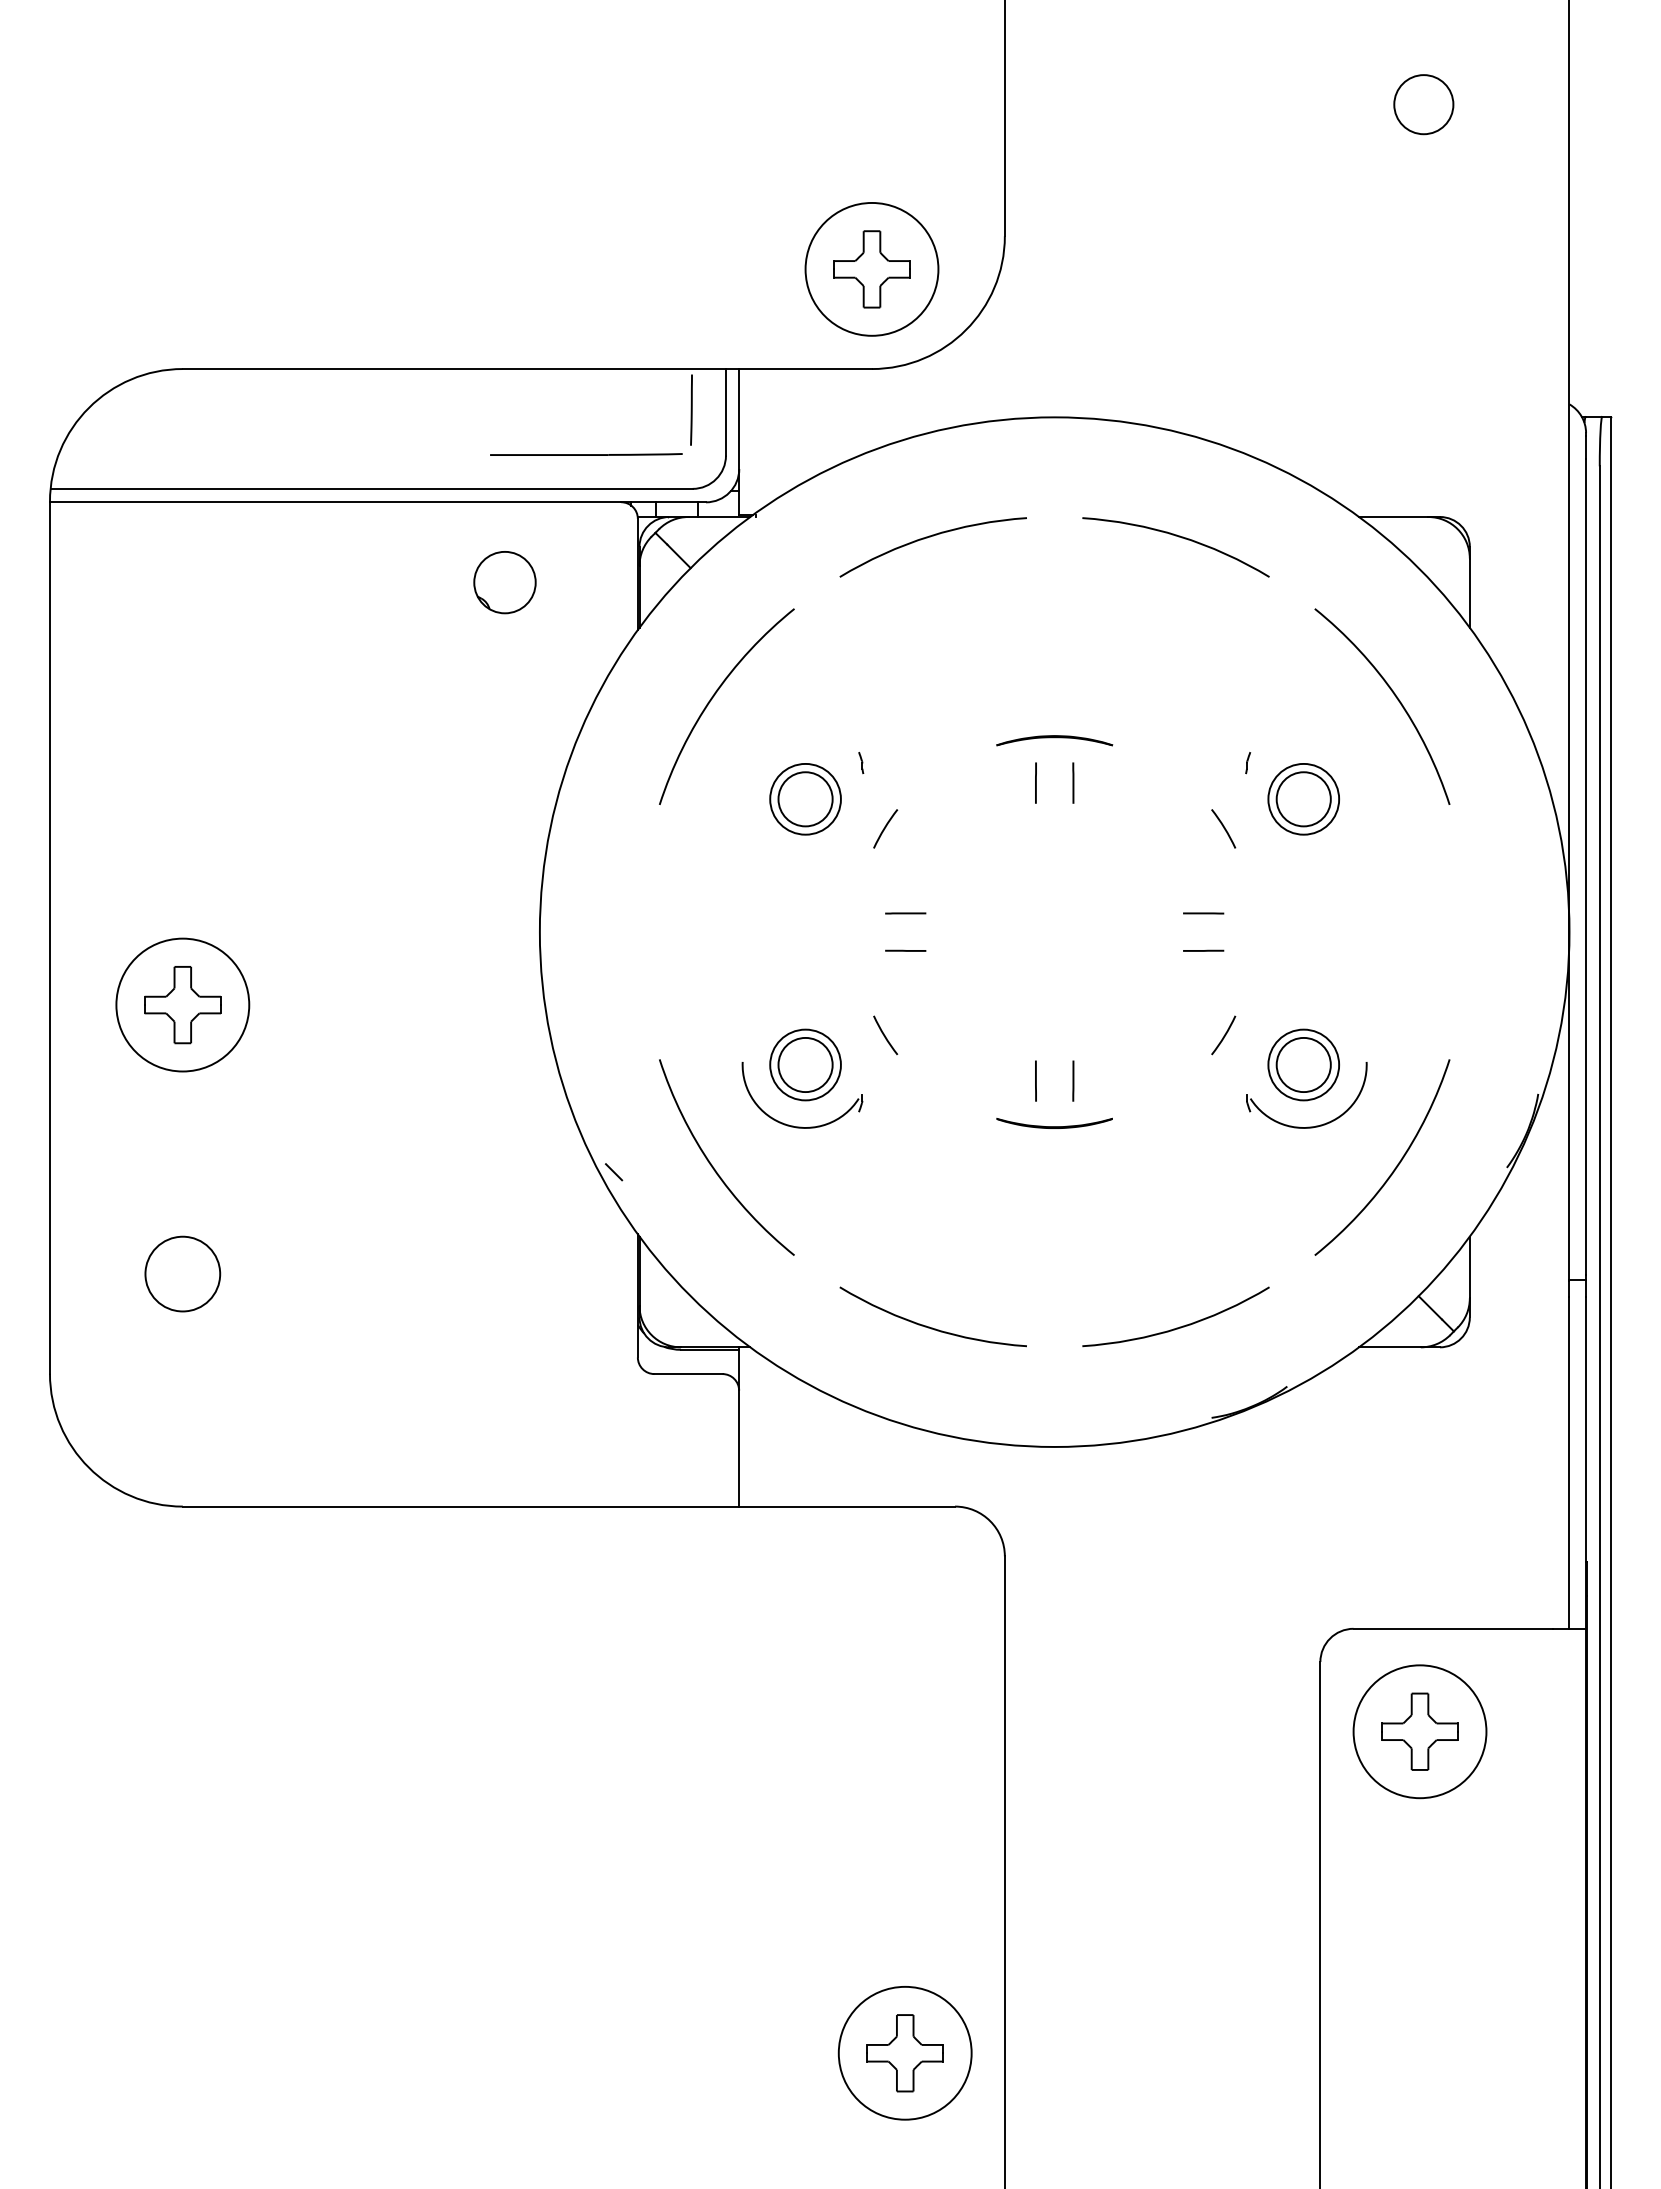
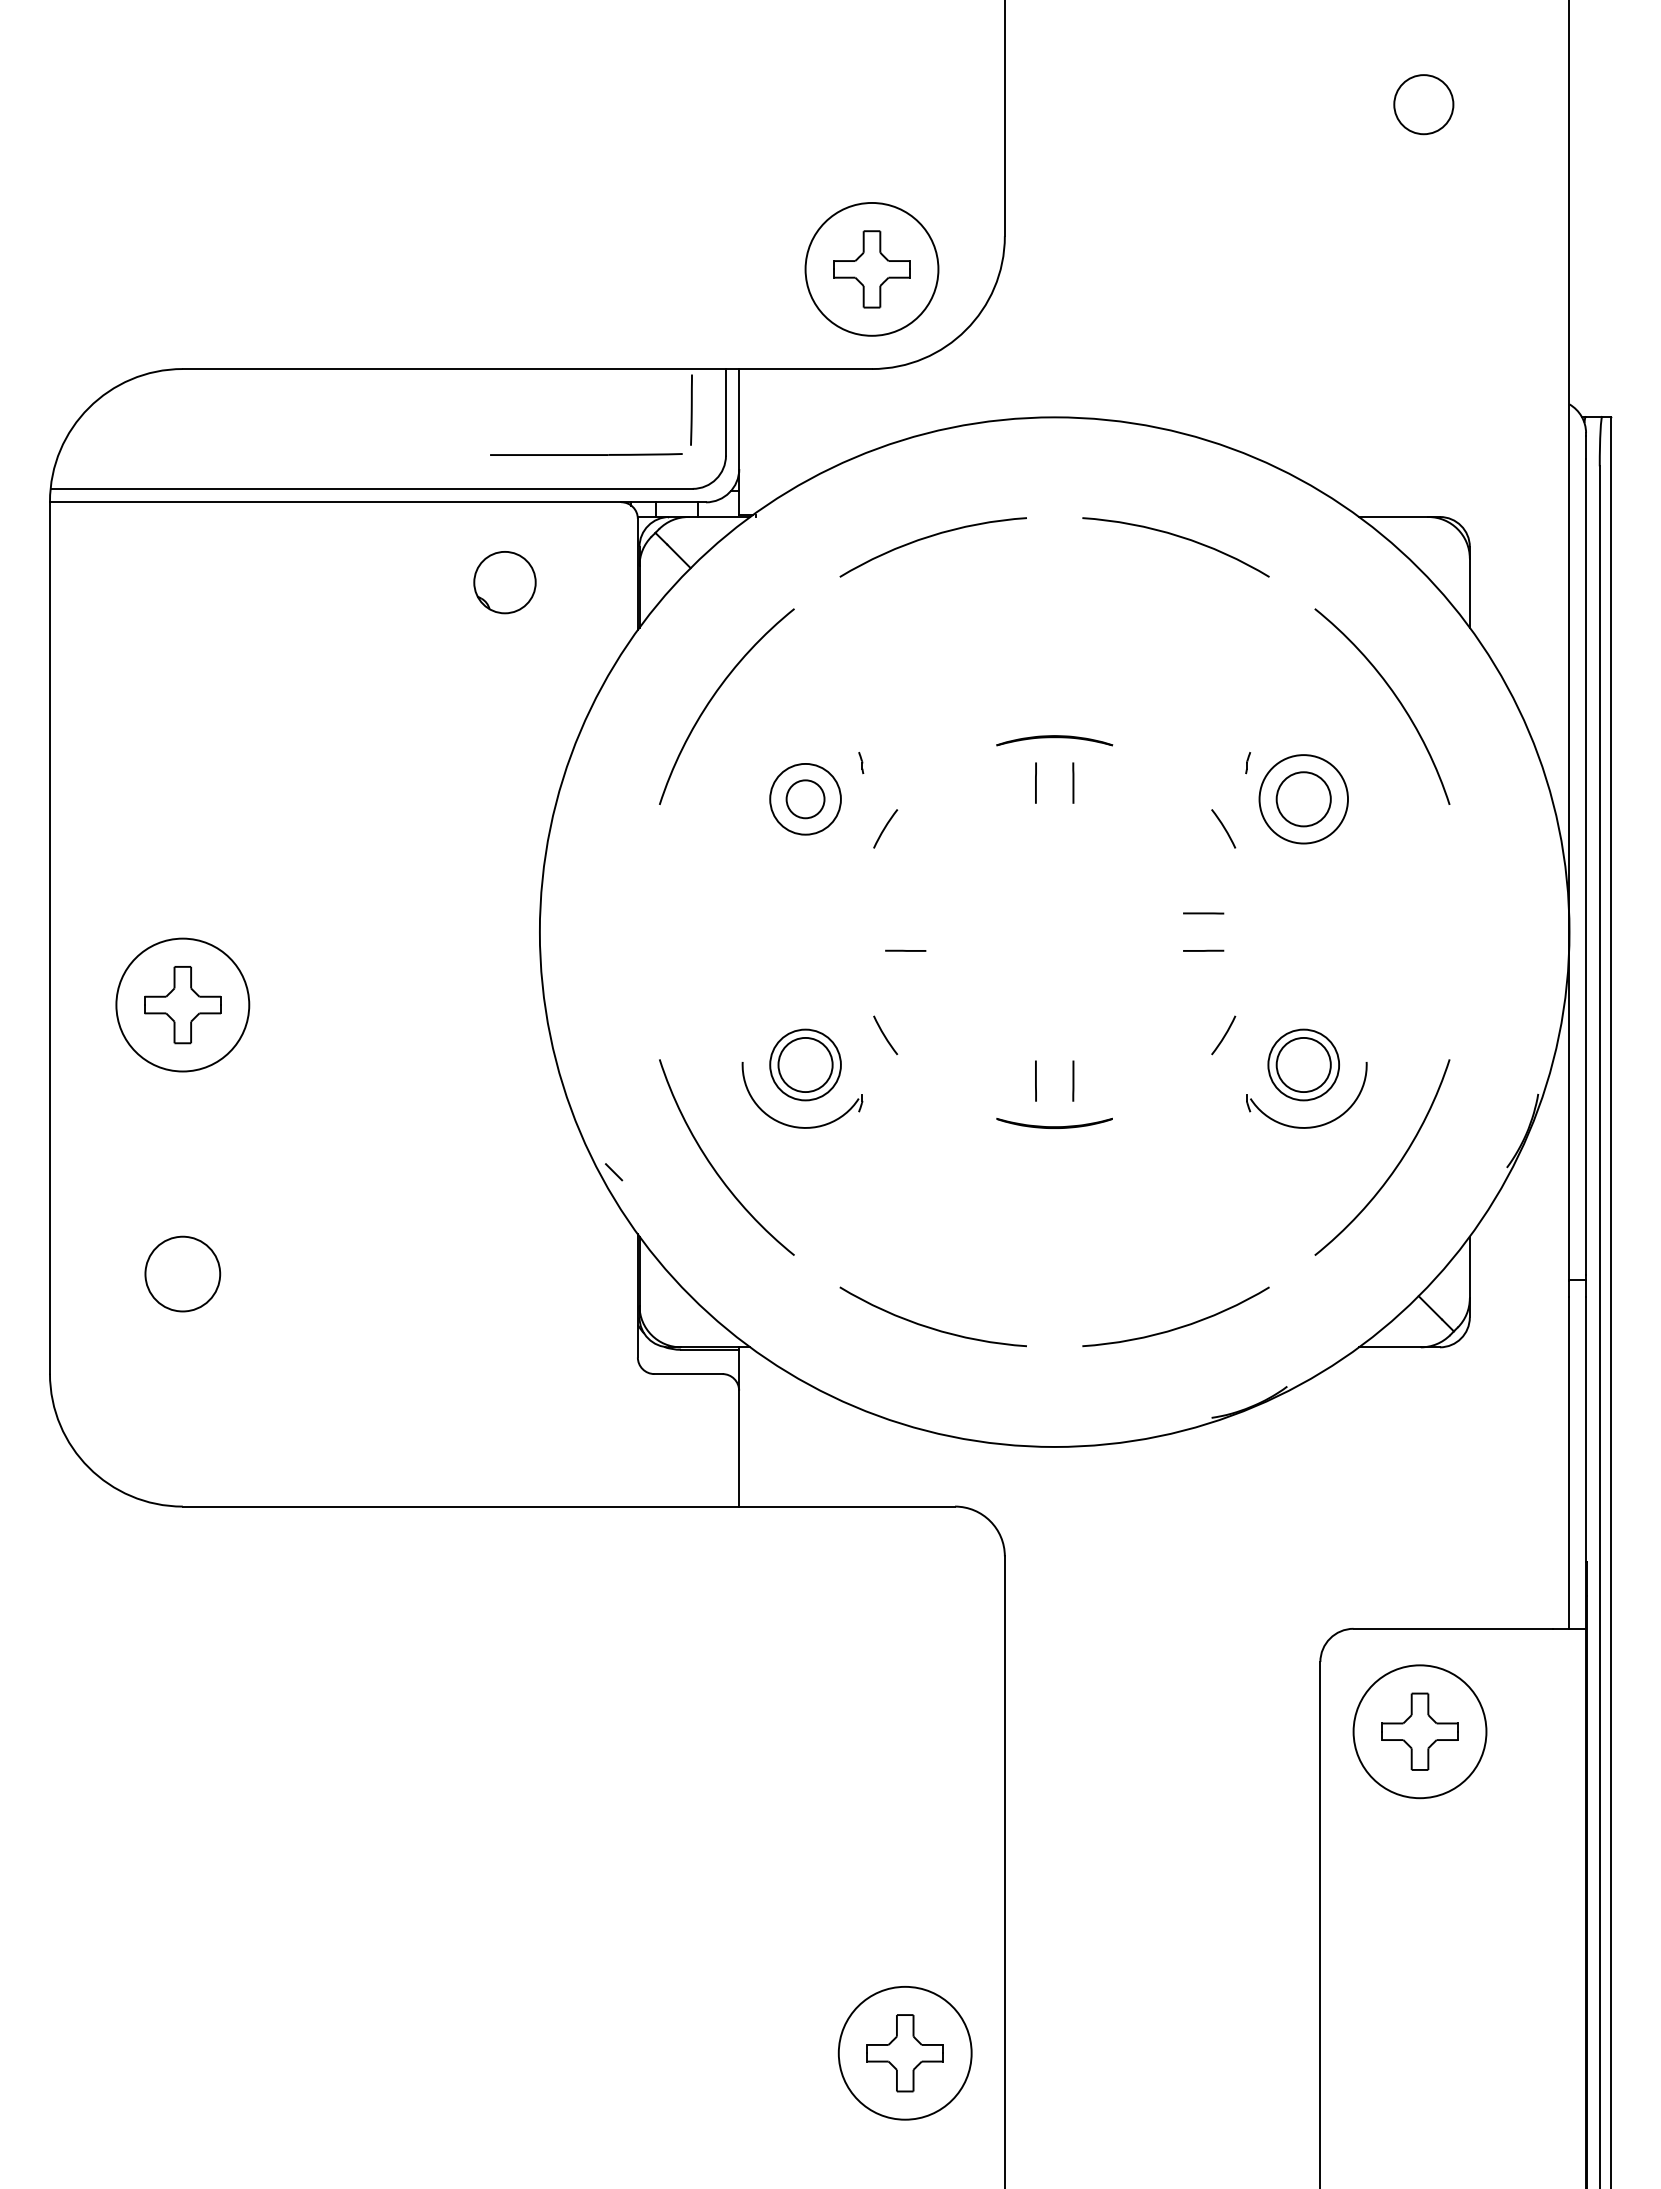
circle at (1303, 798) diameter: 71 px -> 88 px
circle at (805, 799) diameter: 54 px -> 38 px
line at (905, 913): present -> none
